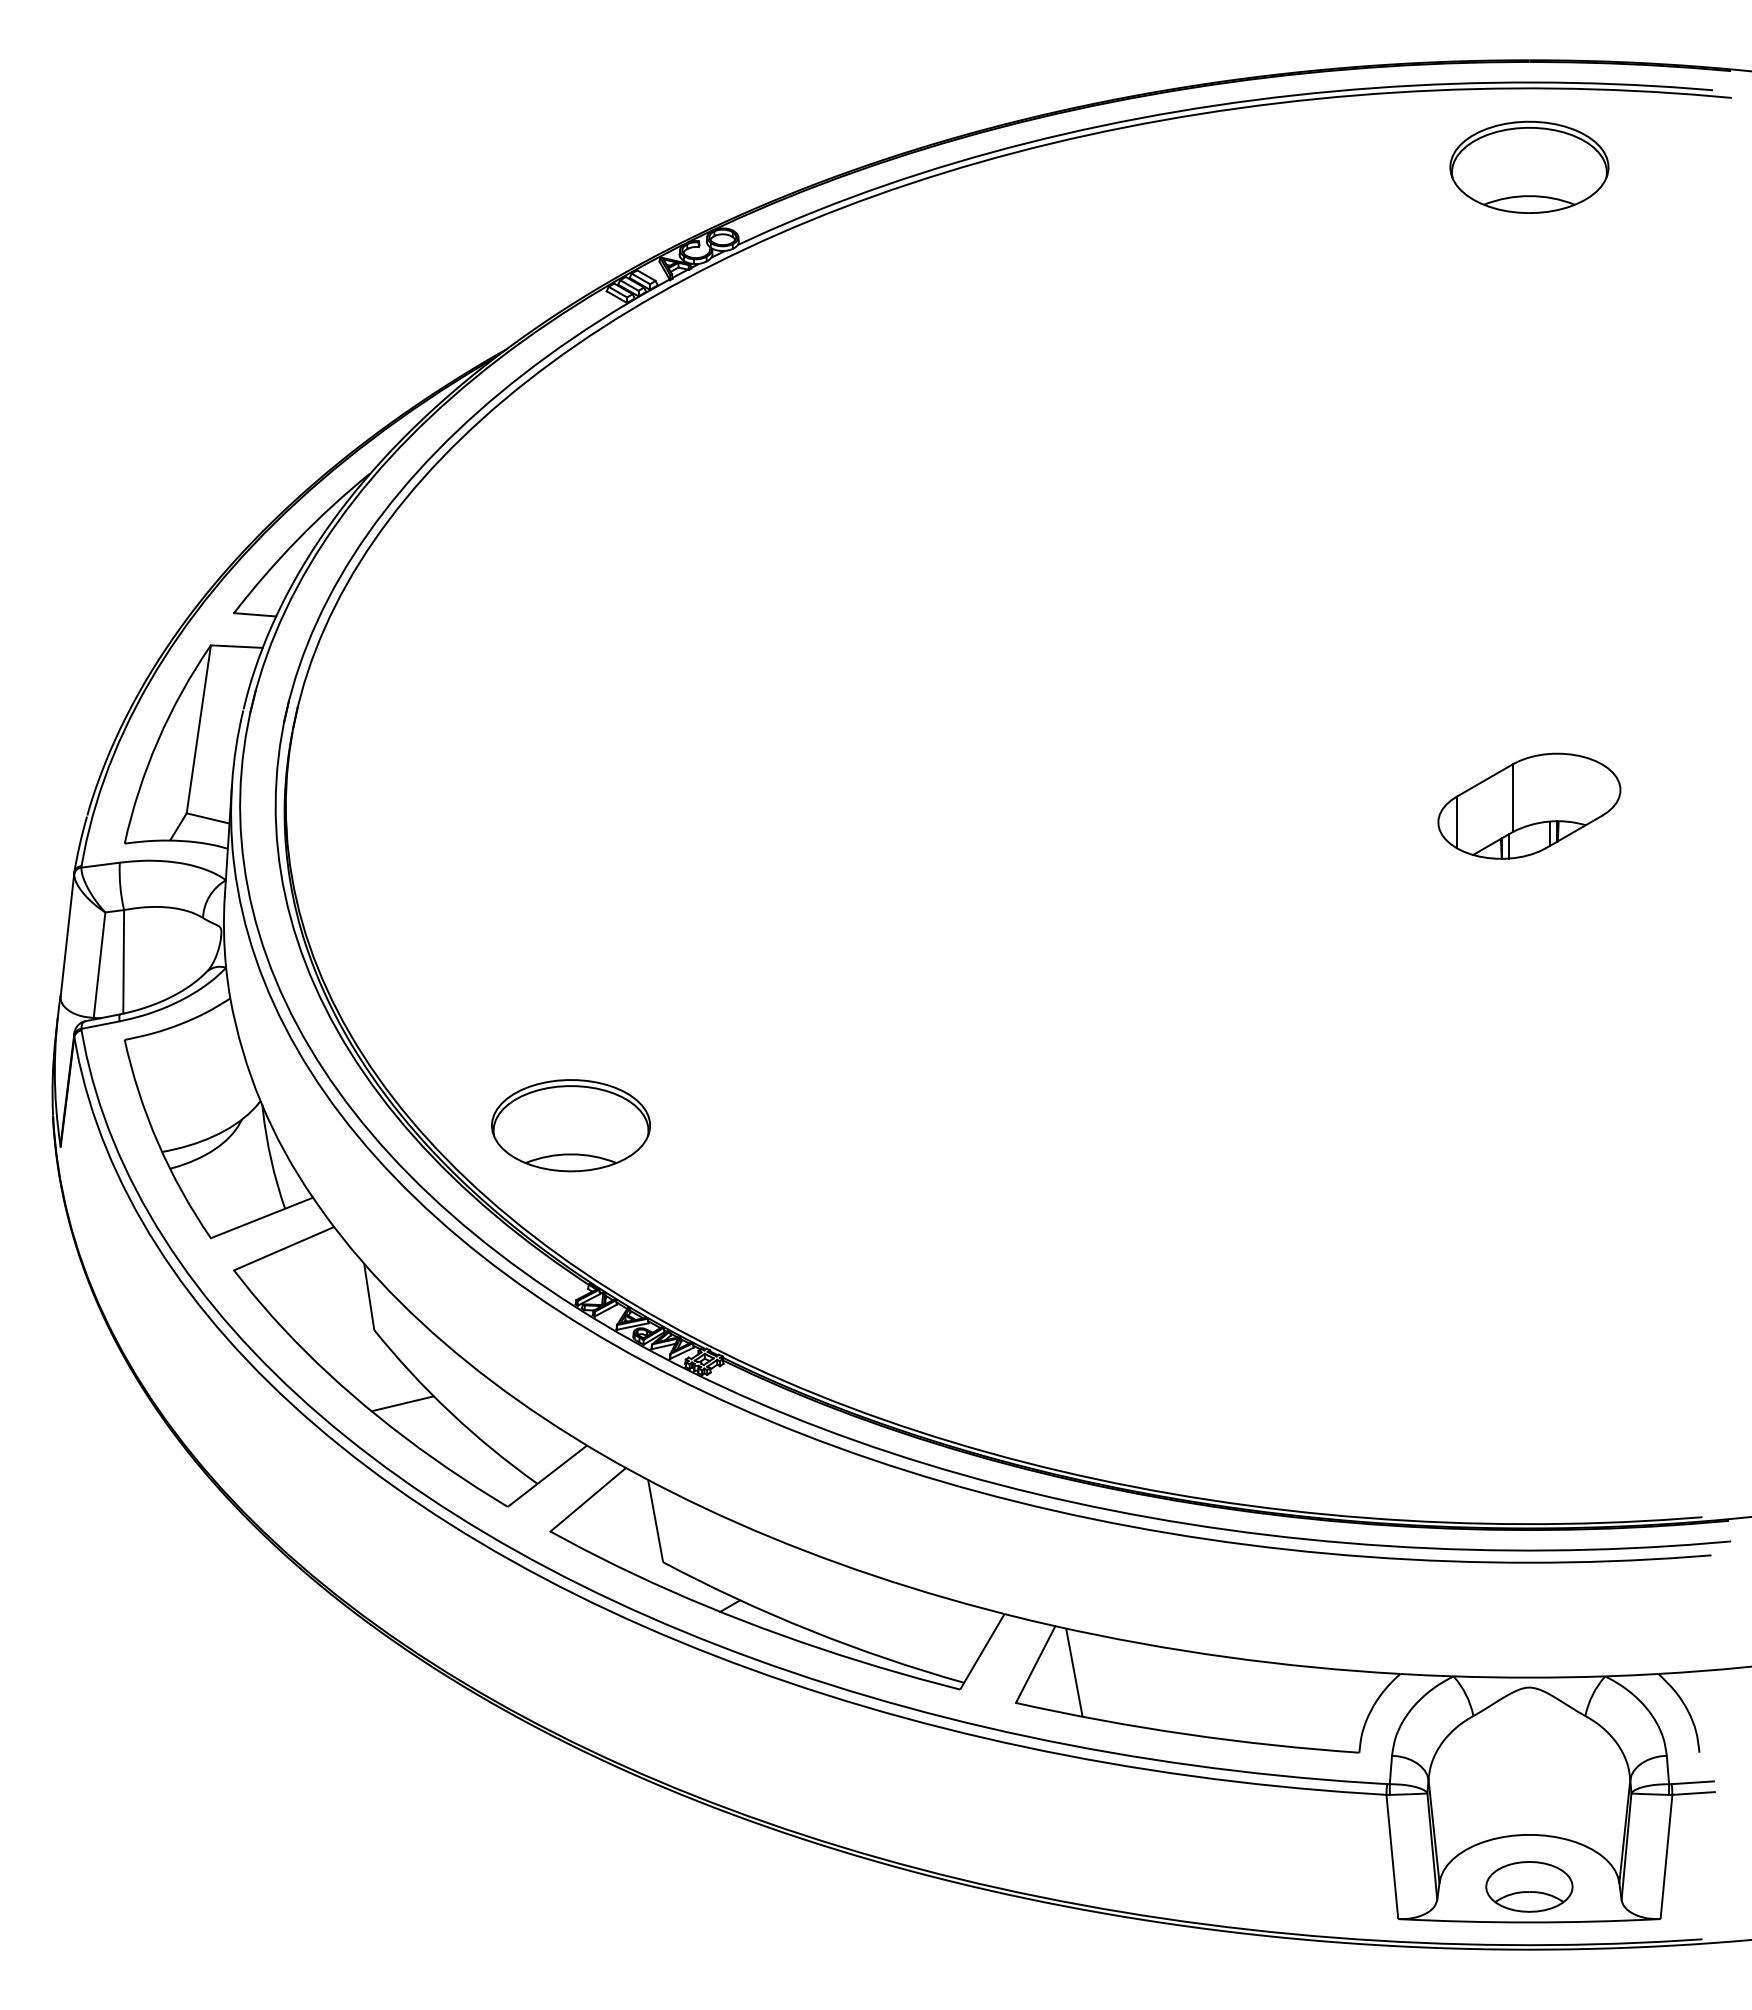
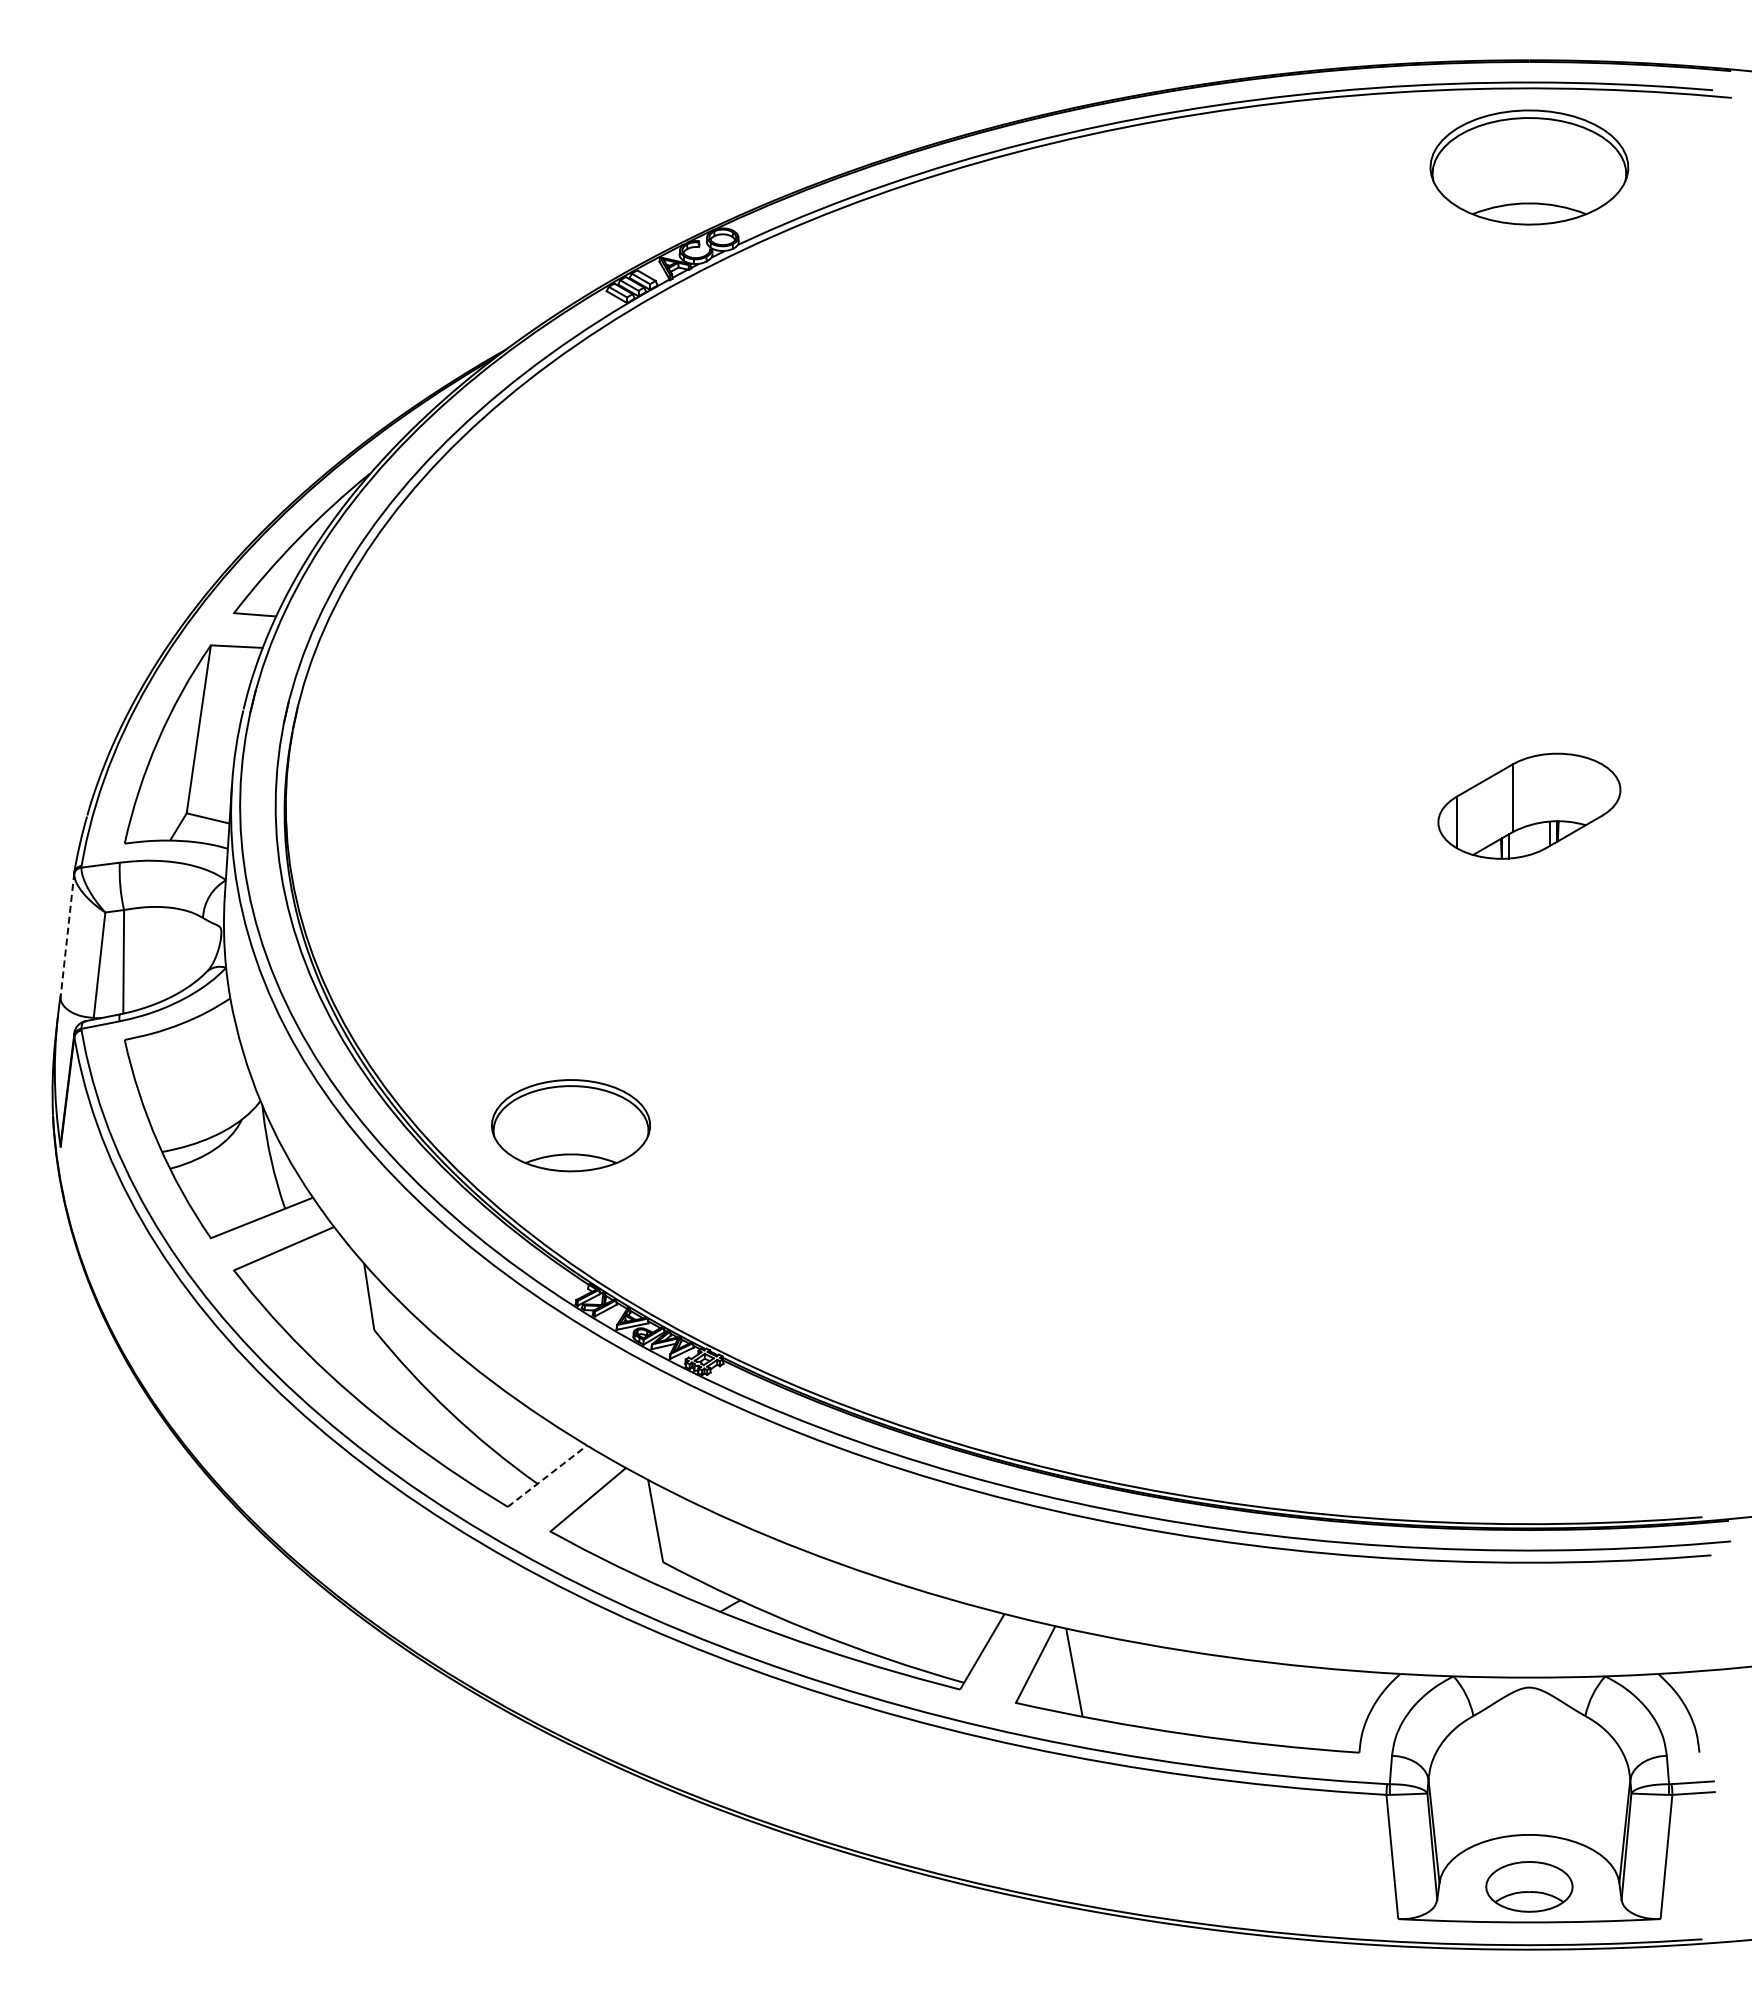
part at (1529, 166) size: 161x94 px -> 201x117 px
line at (67, 934): solid -> dashed
line at (402, 1403): present -> none
line at (547, 1475): solid -> dashed
